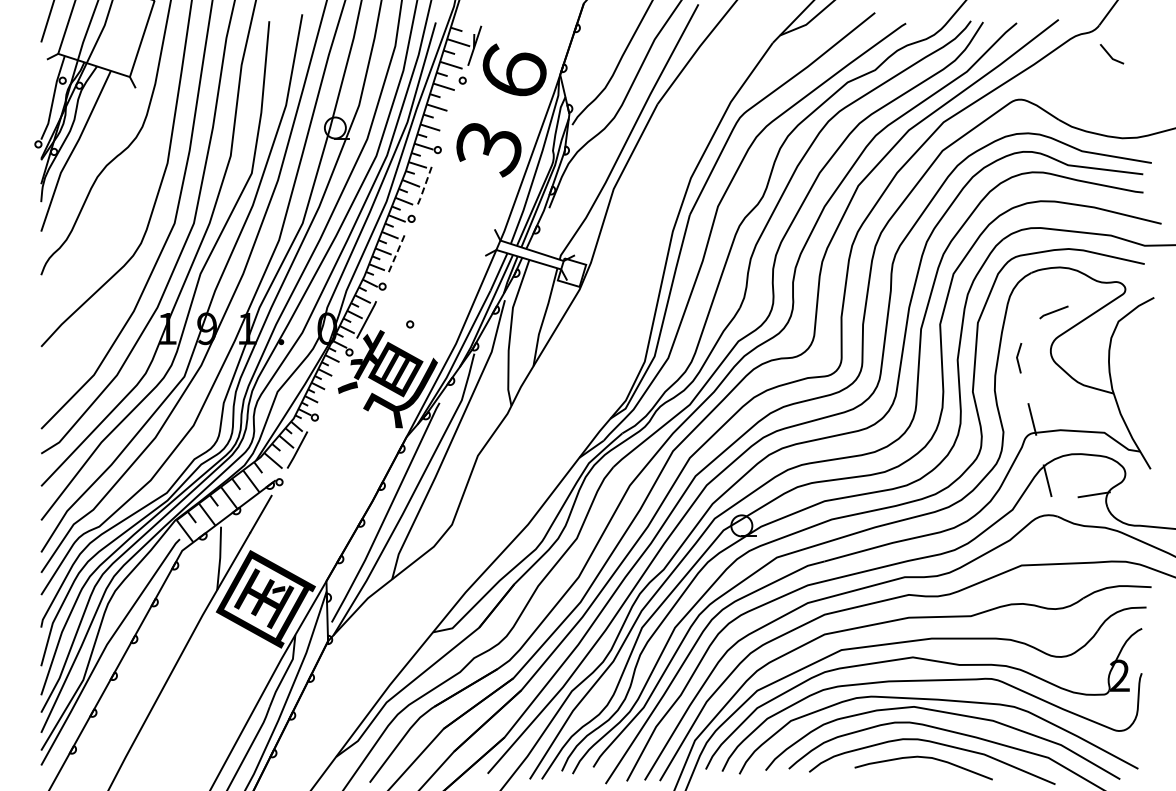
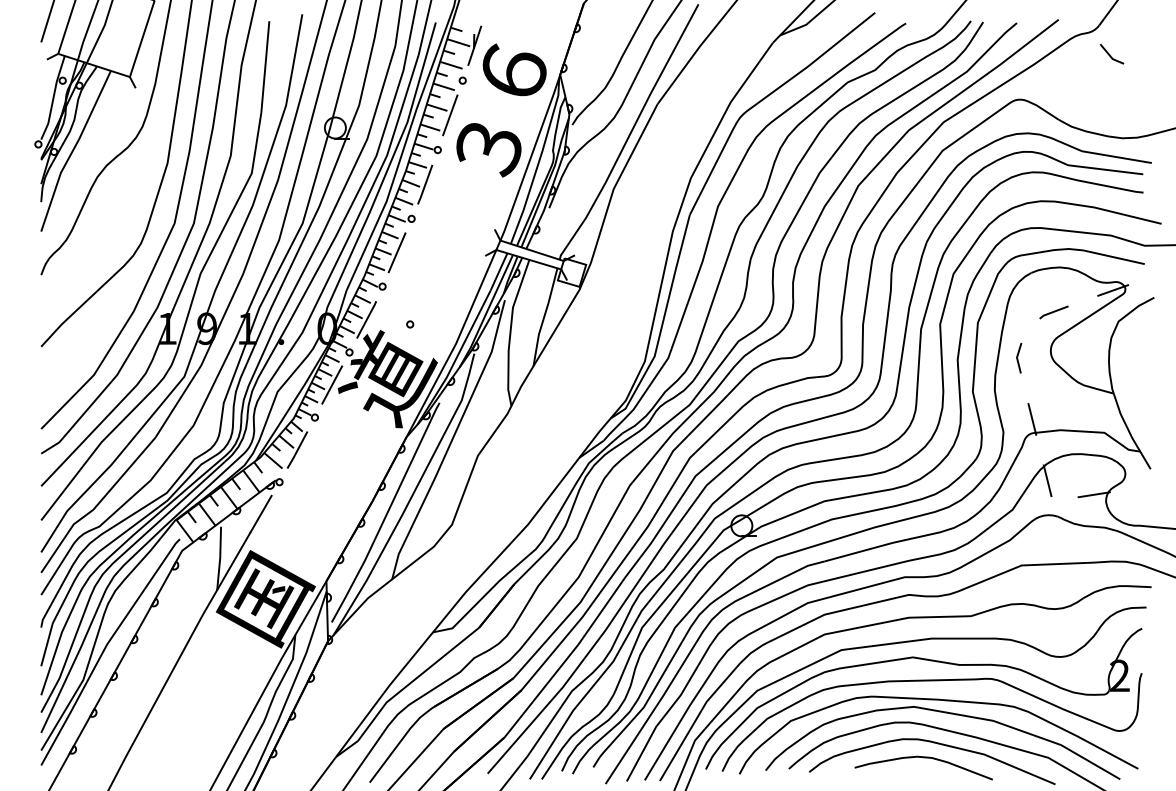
line at (450, 115): none -> present
line at (425, 185): dashed -> solid
line at (397, 252): dashed -> solid
line at (1113, 290): none -> present
line at (332, 384): none -> present
